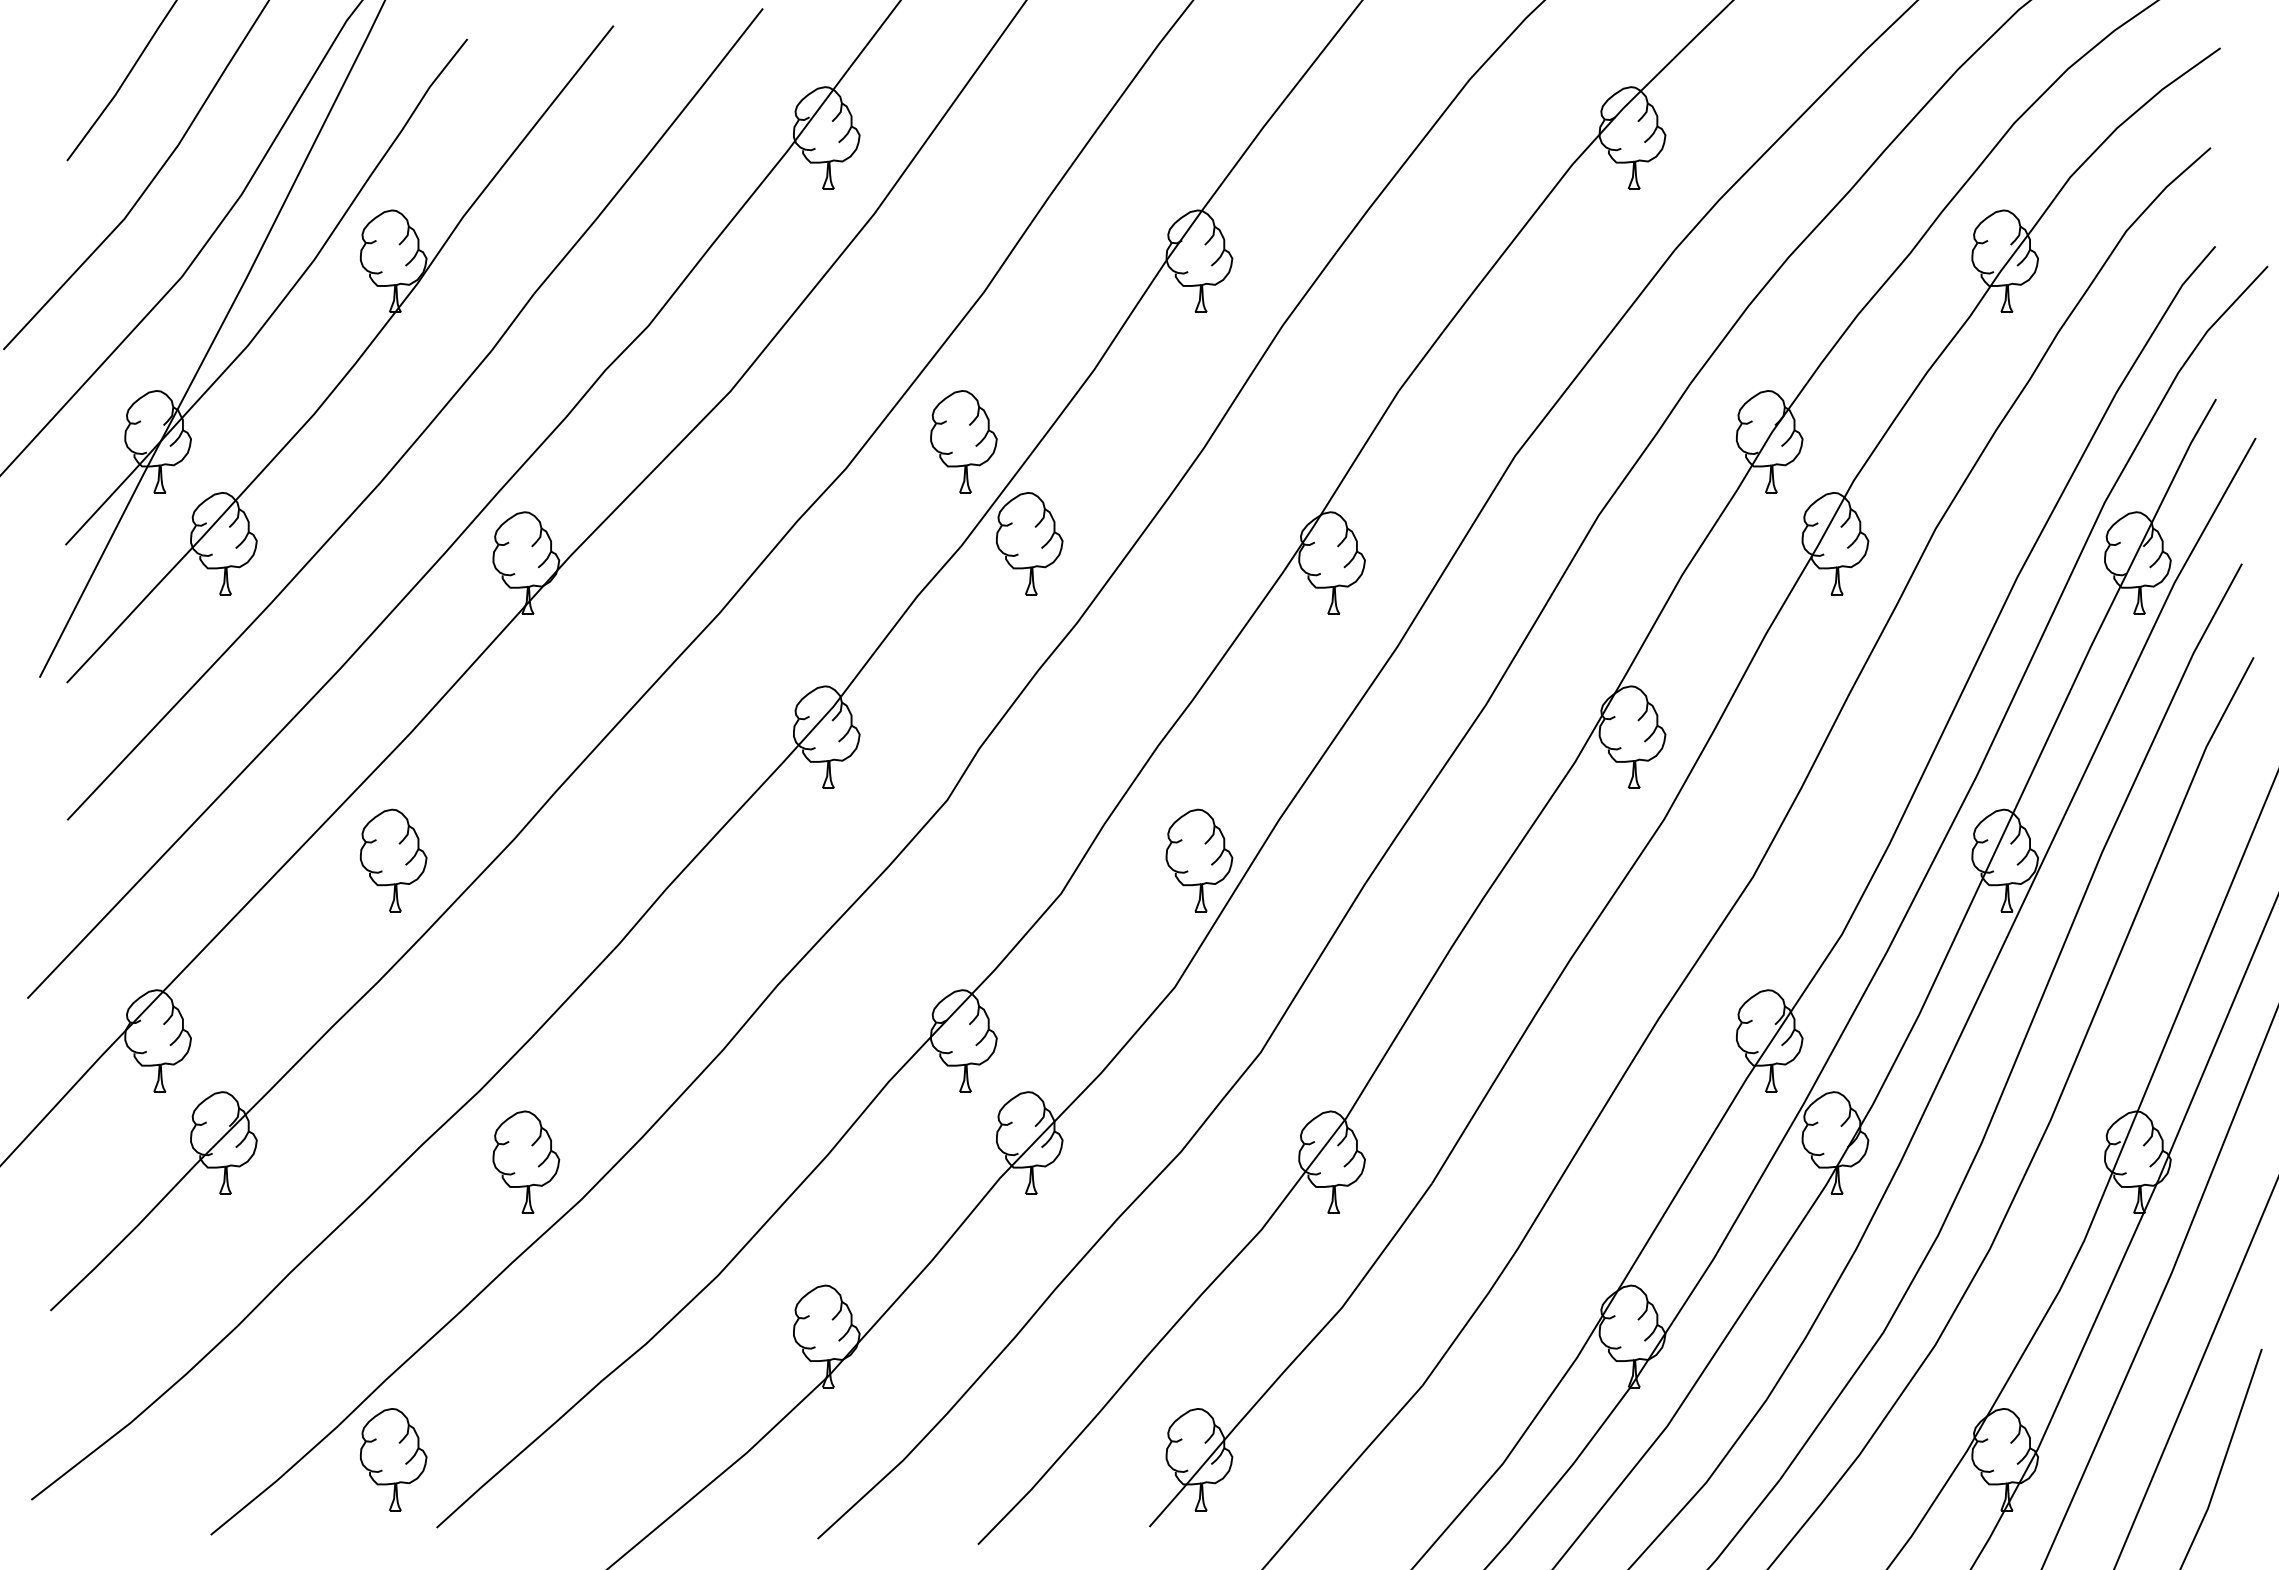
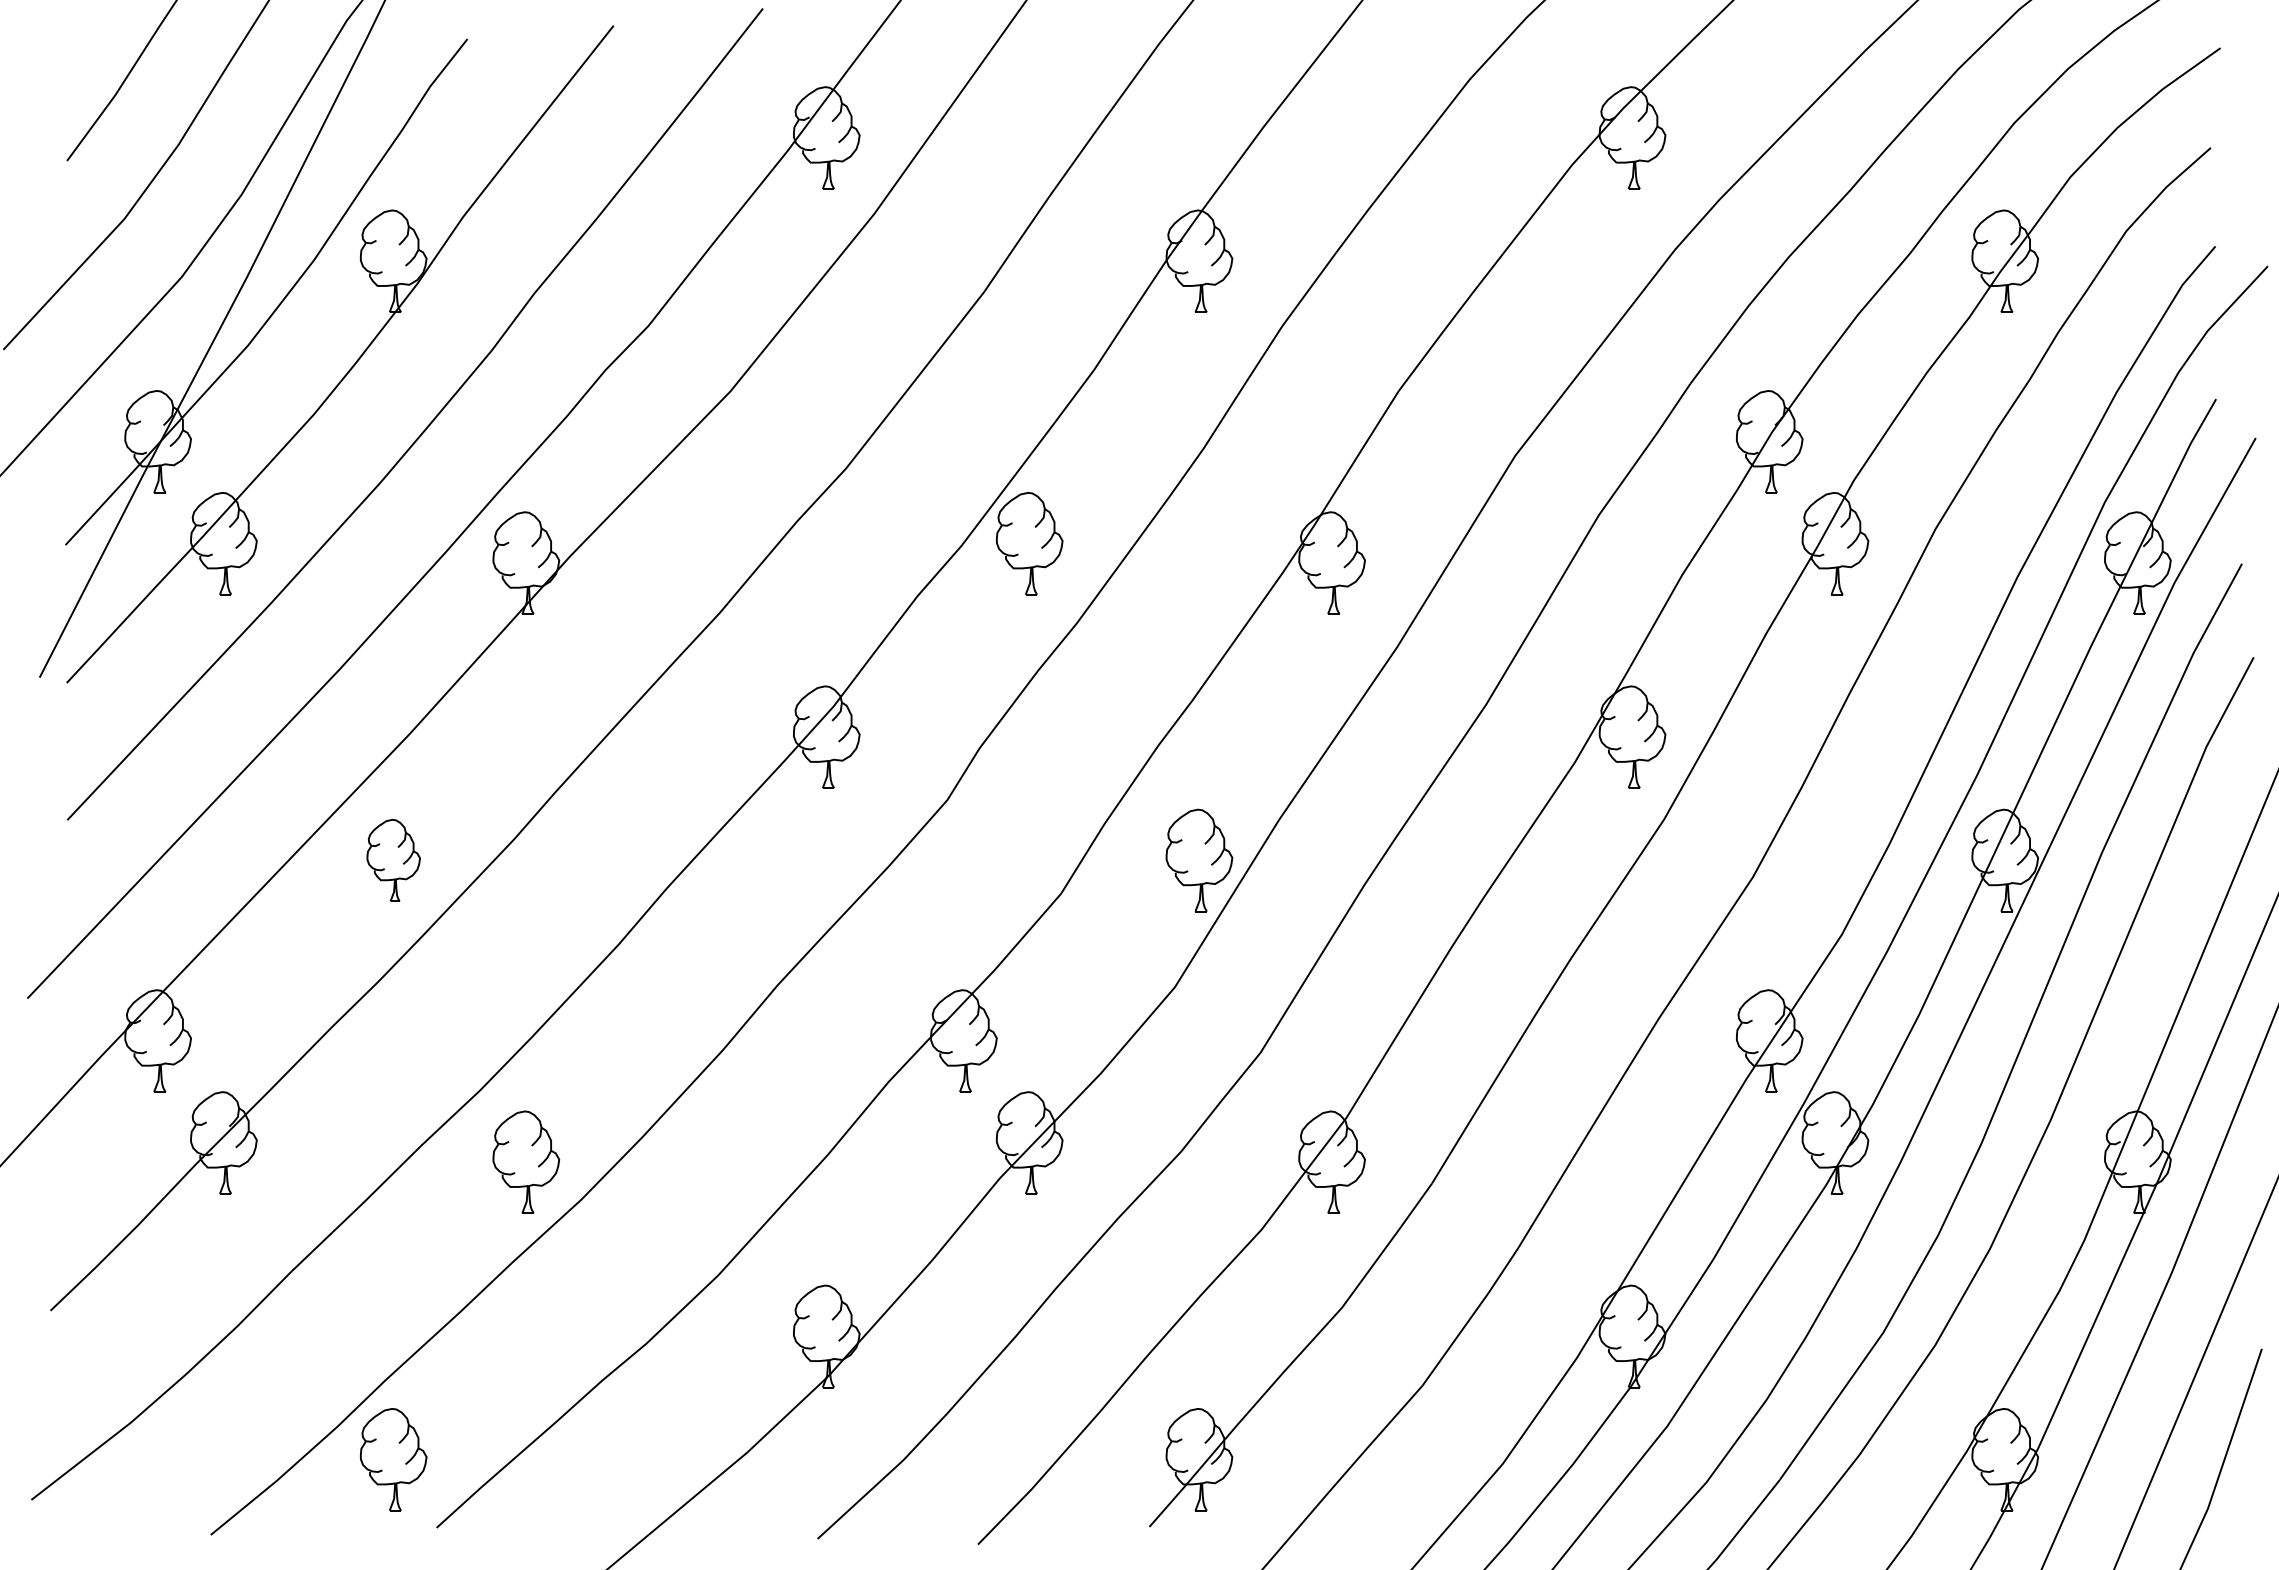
part at (963, 441): present -> none
part at (393, 860) size: 68x105 px -> 55x83 px
